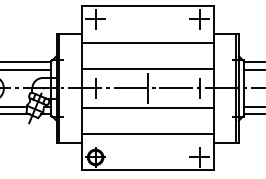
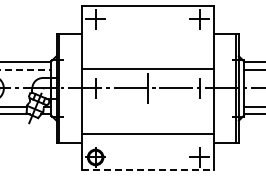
line at (147, 42): present -> none
line at (26, 69): solid -> dashed
line at (147, 107): present -> none
line at (148, 170): solid -> dashed
